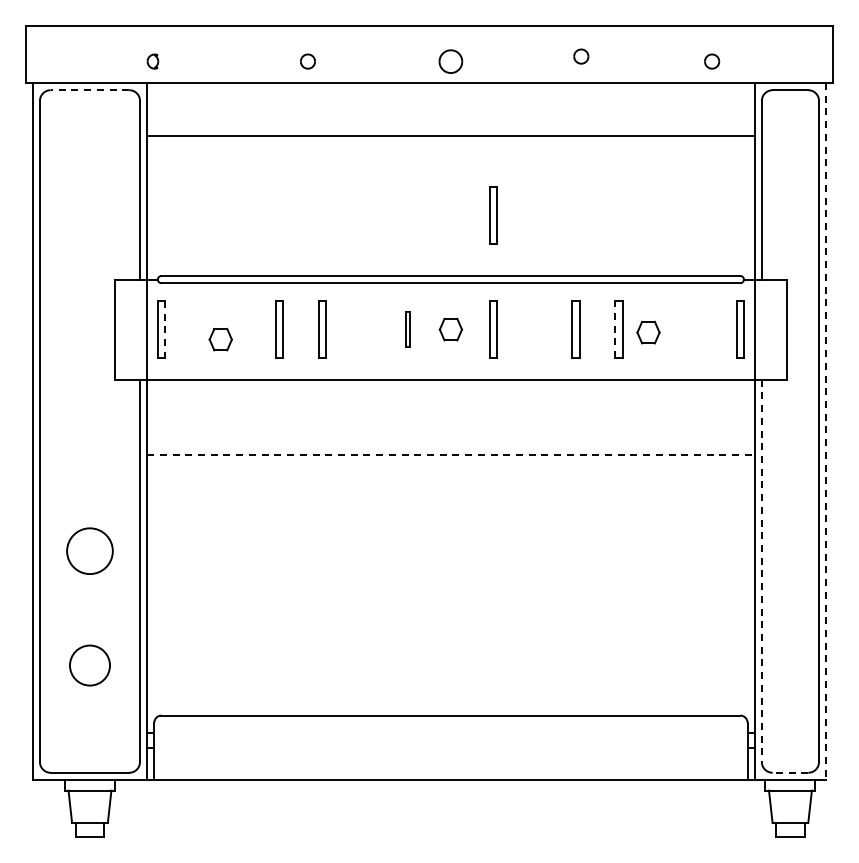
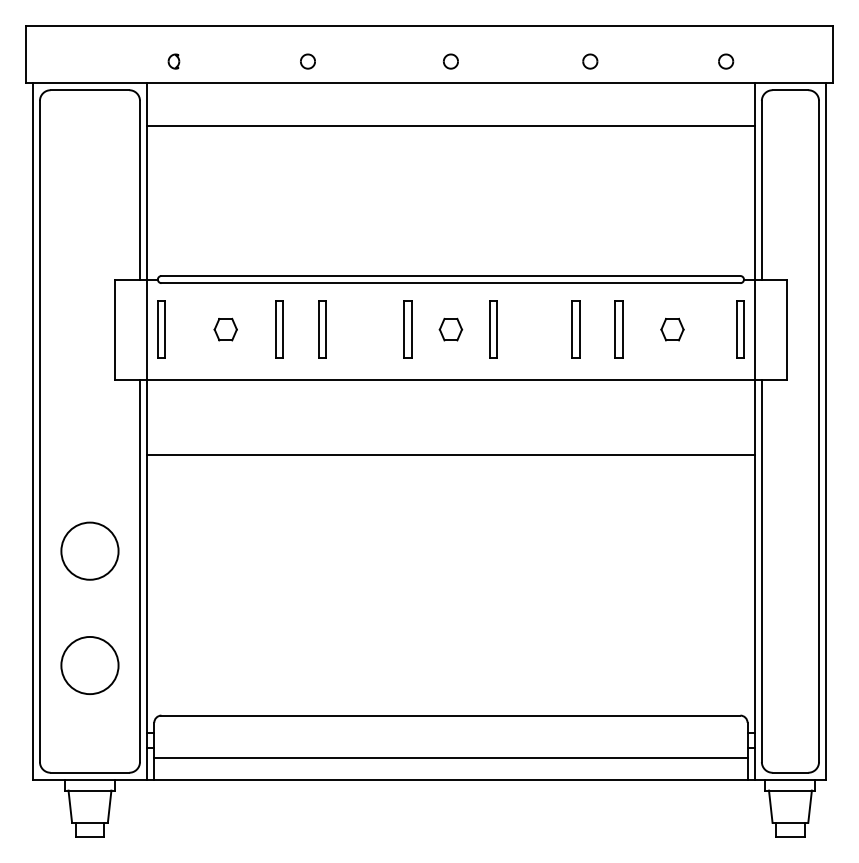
part at (581, 56) position: (581, 56) -> (590, 61)
part at (152, 61) position: (152, 61) -> (173, 61)
part at (450, 61) size: 26x25 px -> 16x17 px
part at (712, 61) position: (712, 61) -> (726, 61)
line at (89, 90): dashed -> solid
line at (450, 135) position: (450, 135) -> (450, 125)
part at (493, 215): present -> none
line at (165, 329): dashed -> solid
part at (407, 329) size: 6x37 px -> 10x59 px
line at (615, 329): dashed -> solid
part at (648, 332) position: (648, 332) -> (672, 329)
part at (220, 339) position: (220, 339) -> (225, 329)
line at (826, 431): dashed -> solid
line at (450, 454): dashed -> solid
circle at (89, 551) diameter: 46 px -> 57 px
line at (761, 571): dashed -> solid
circle at (89, 665) diameter: 40 px -> 57 px
line at (450, 758): none -> present
line at (790, 772): dashed -> solid
